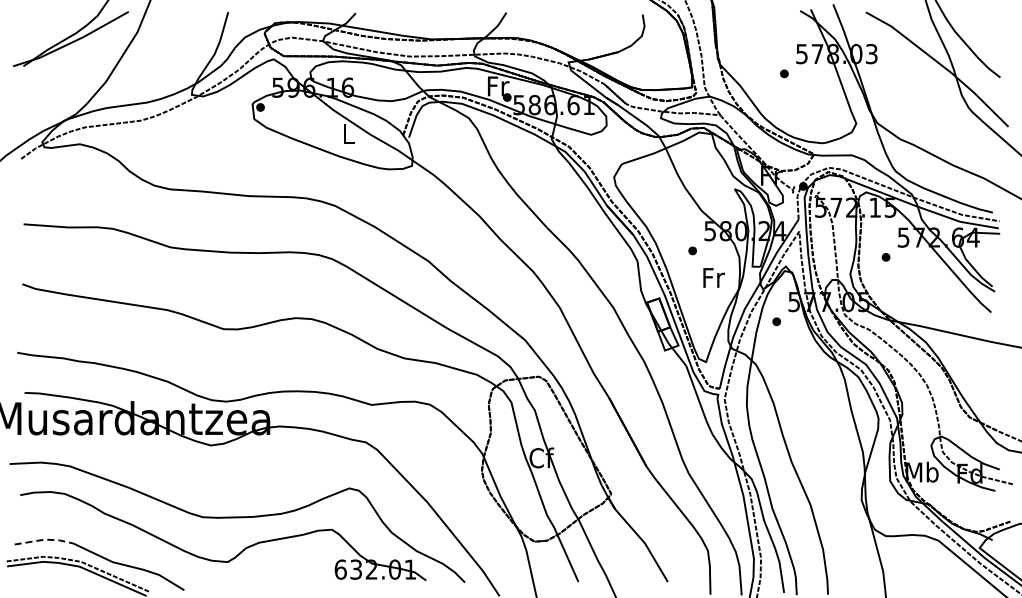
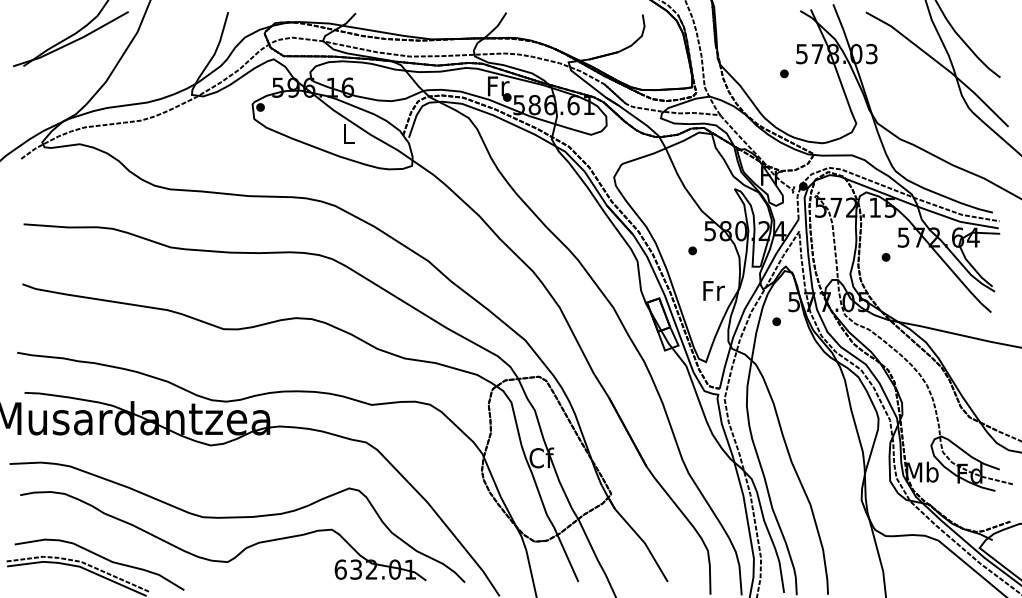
text at (713, 277) position: (713, 277) -> (713, 290)
line at (44, 539): dashed -> solid
